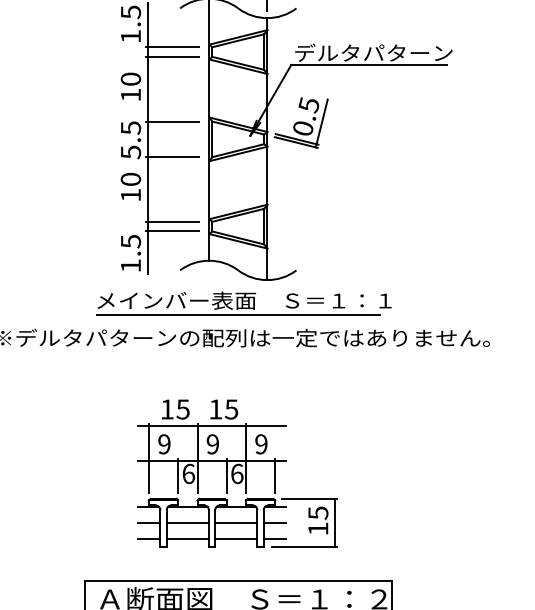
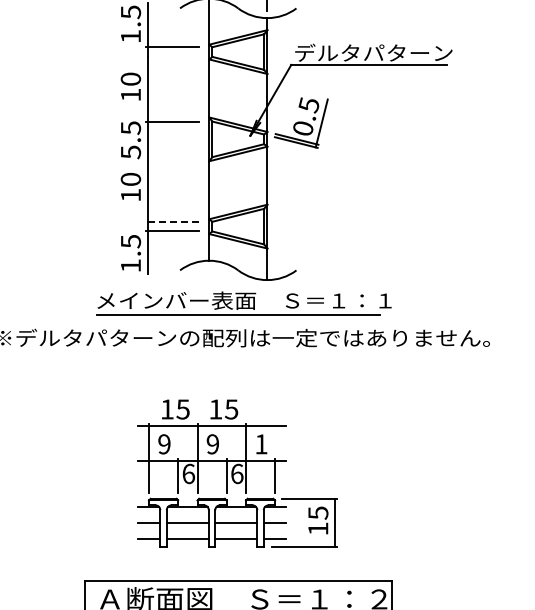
line at (172, 56): present -> none
line at (172, 157): present -> none
line at (172, 221): solid -> dashed
text at (261, 444): 9 -> 1
